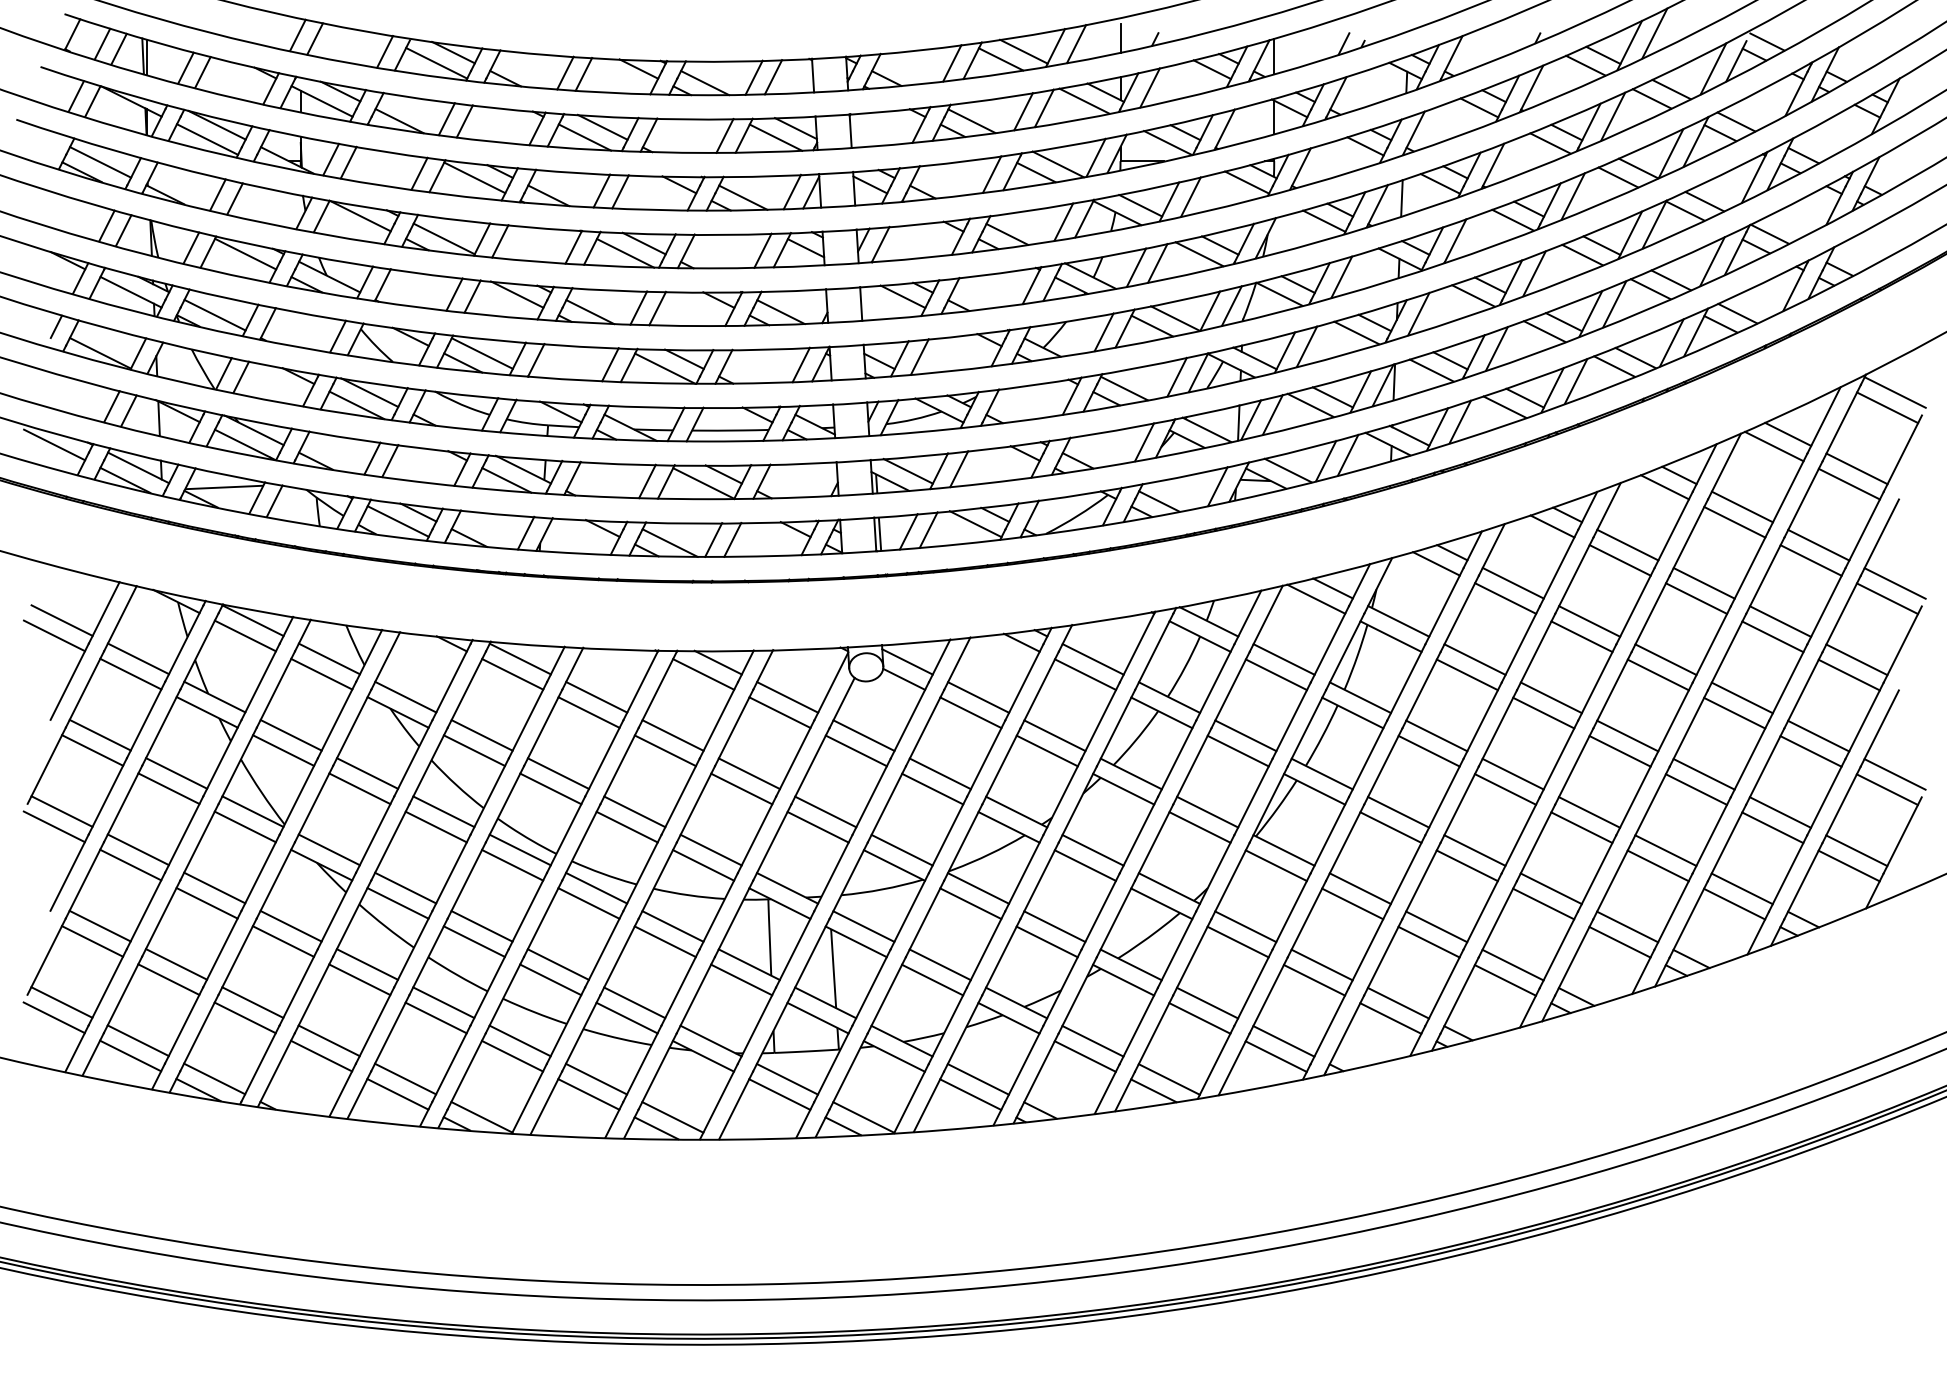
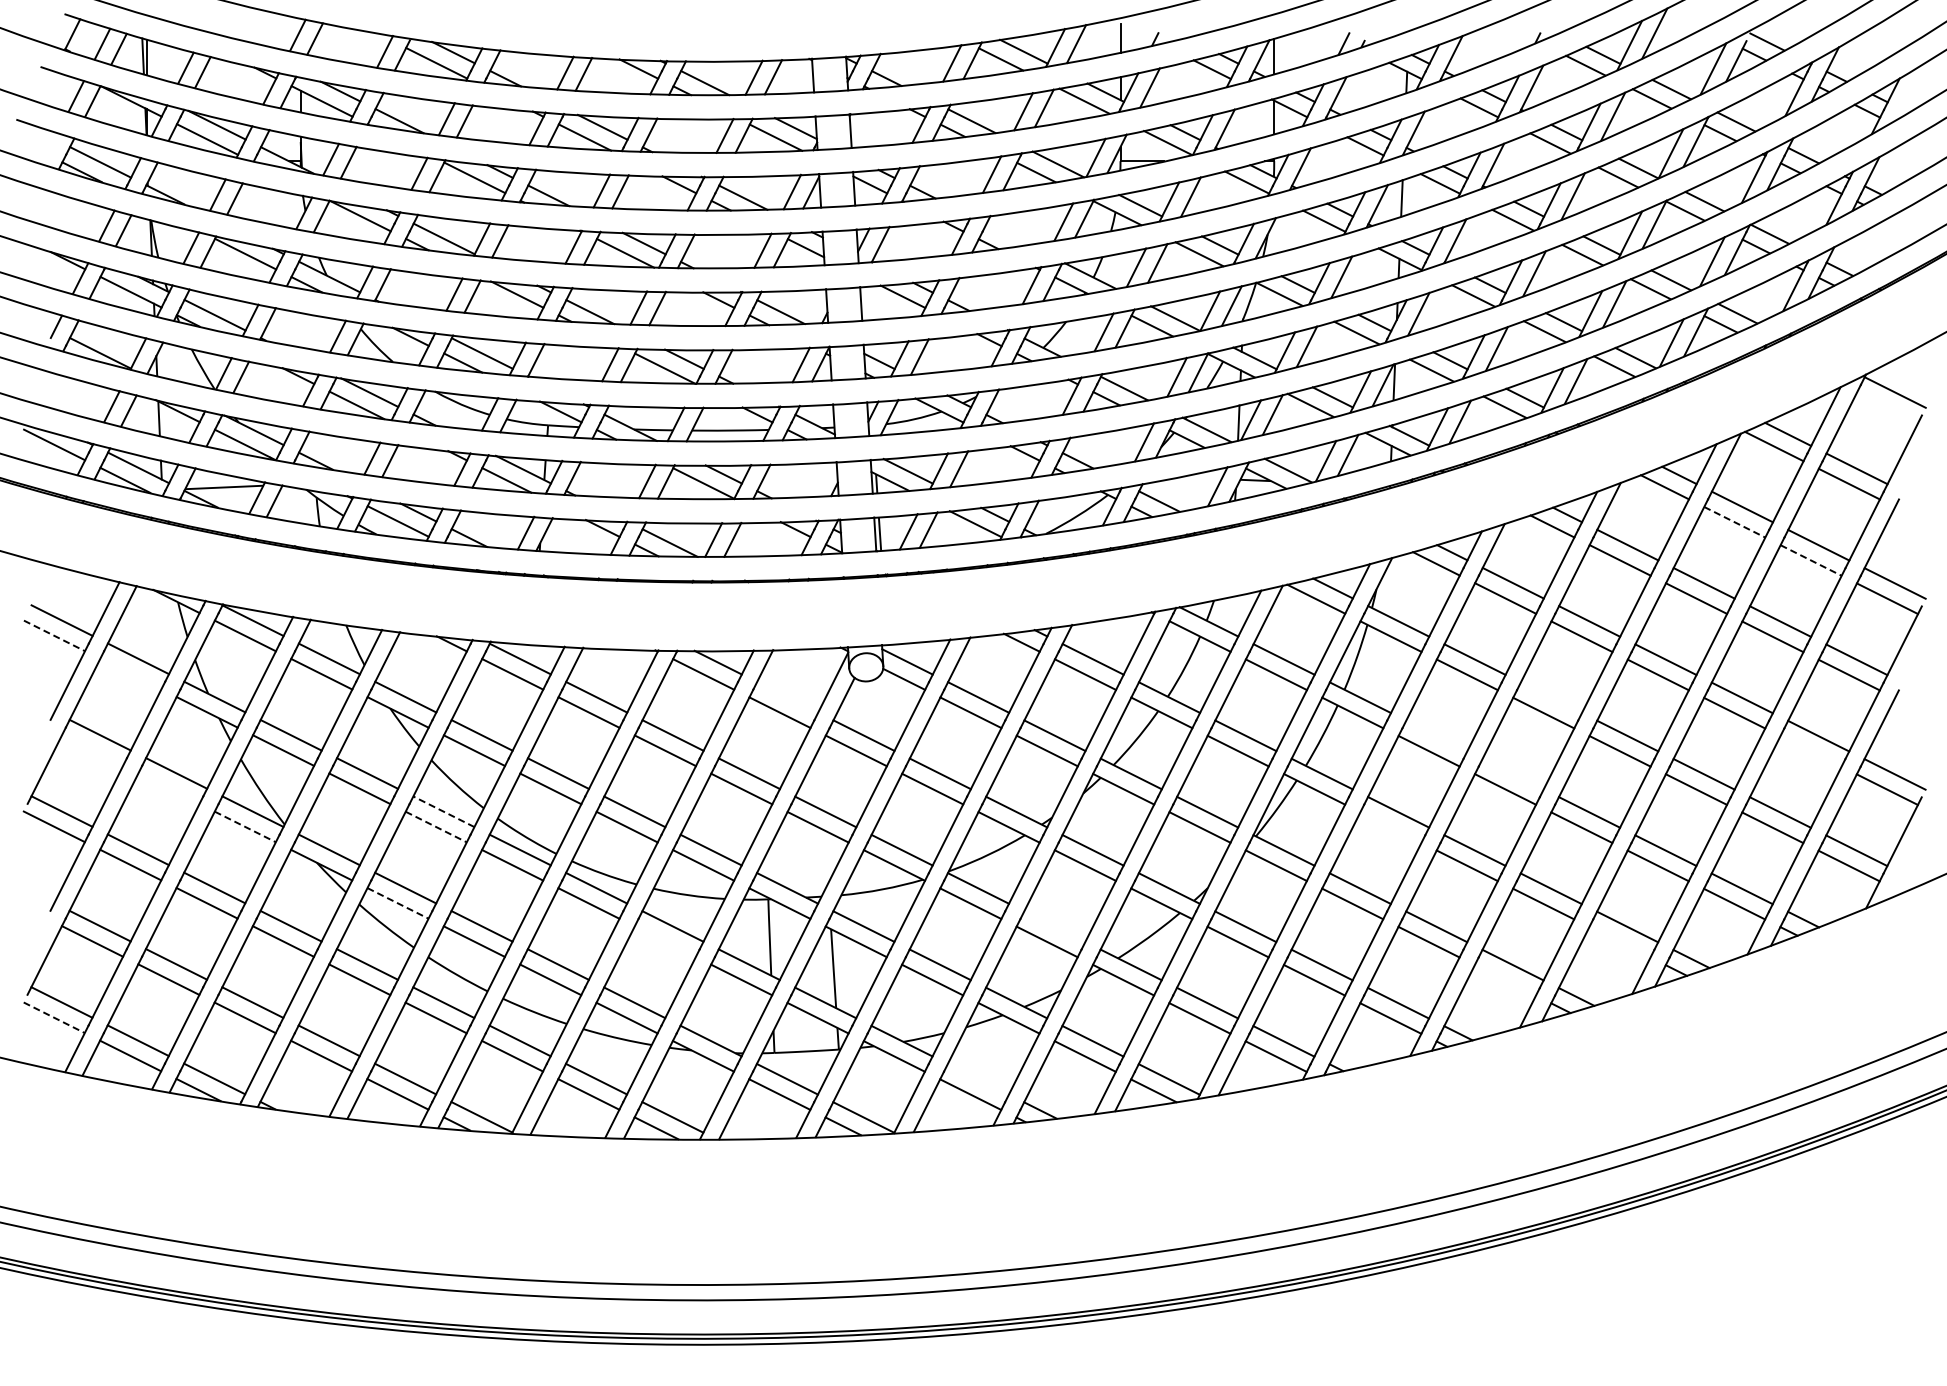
line at (1007, 234): present -> none
line at (1887, 407): present -> none
line at (1735, 522): solid -> dashed
line at (1811, 560): solid -> dashed
line at (54, 636): solid -> dashed
line at (130, 673): present -> none
line at (787, 697): present -> none
line at (1550, 697): present -> none
line at (1436, 735): present -> none
line at (92, 750): present -> none
line at (1810, 751): present -> none
line at (1512, 773): present -> none
line at (168, 788): present -> none
line at (443, 811): solid -> dashed
line at (245, 827): solid -> dashed
line at (436, 827): solid -> dashed
line at (1390, 827): present -> none
line at (398, 903): solid -> dashed
line at (1054, 926): present -> none
line at (664, 941): present -> none
line at (1619, 941): present -> none
line at (1504, 980): present -> none
line at (54, 1017): solid -> dashed
line at (977, 1079): present -> none
